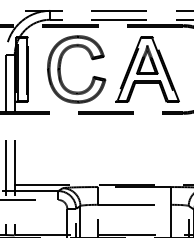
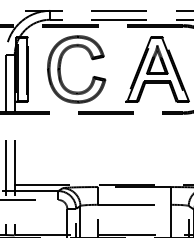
part at (147, 69) position: (147, 69) -> (157, 69)
